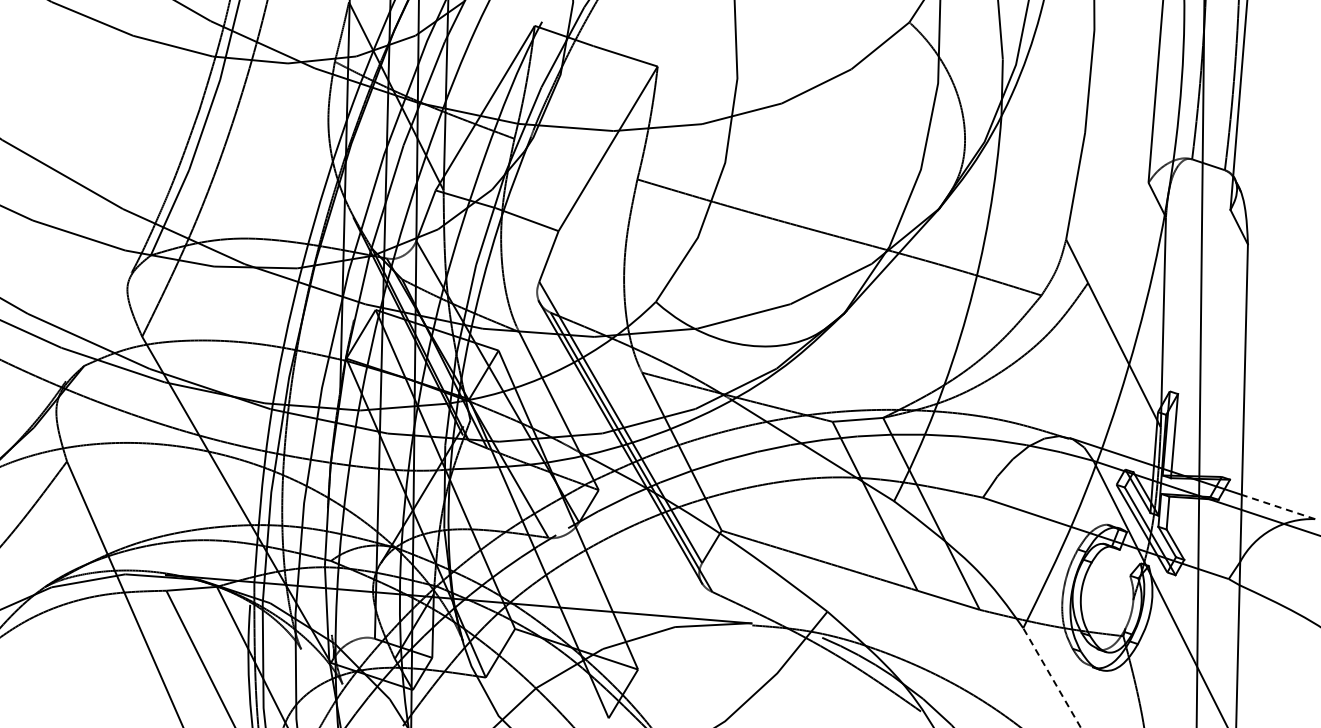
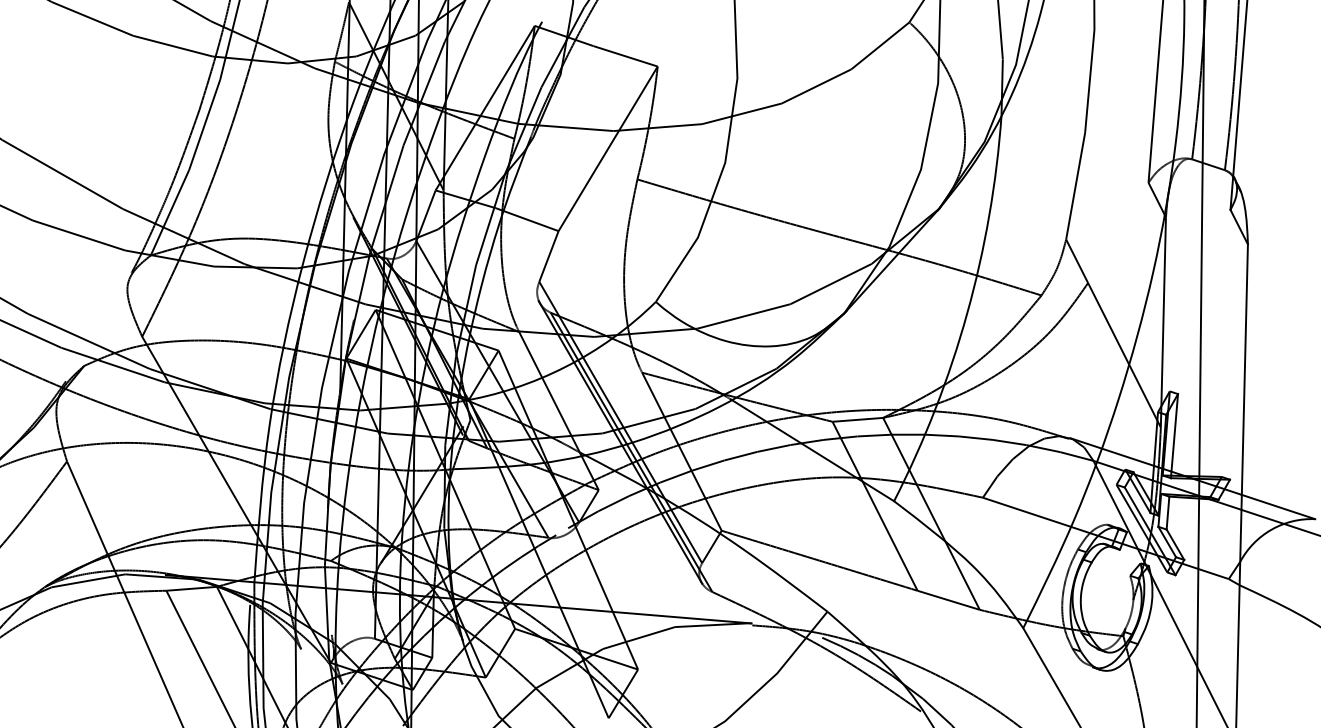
line at (1278, 507): dashed -> solid
line at (1051, 677): dashed -> solid
